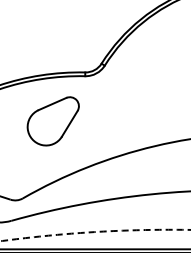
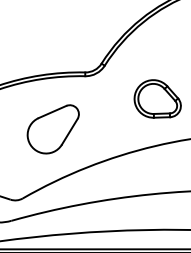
part at (157, 98): none -> present
part at (52, 121) position: (52, 121) -> (52, 129)
arc at (94, 232): dashed -> solid
